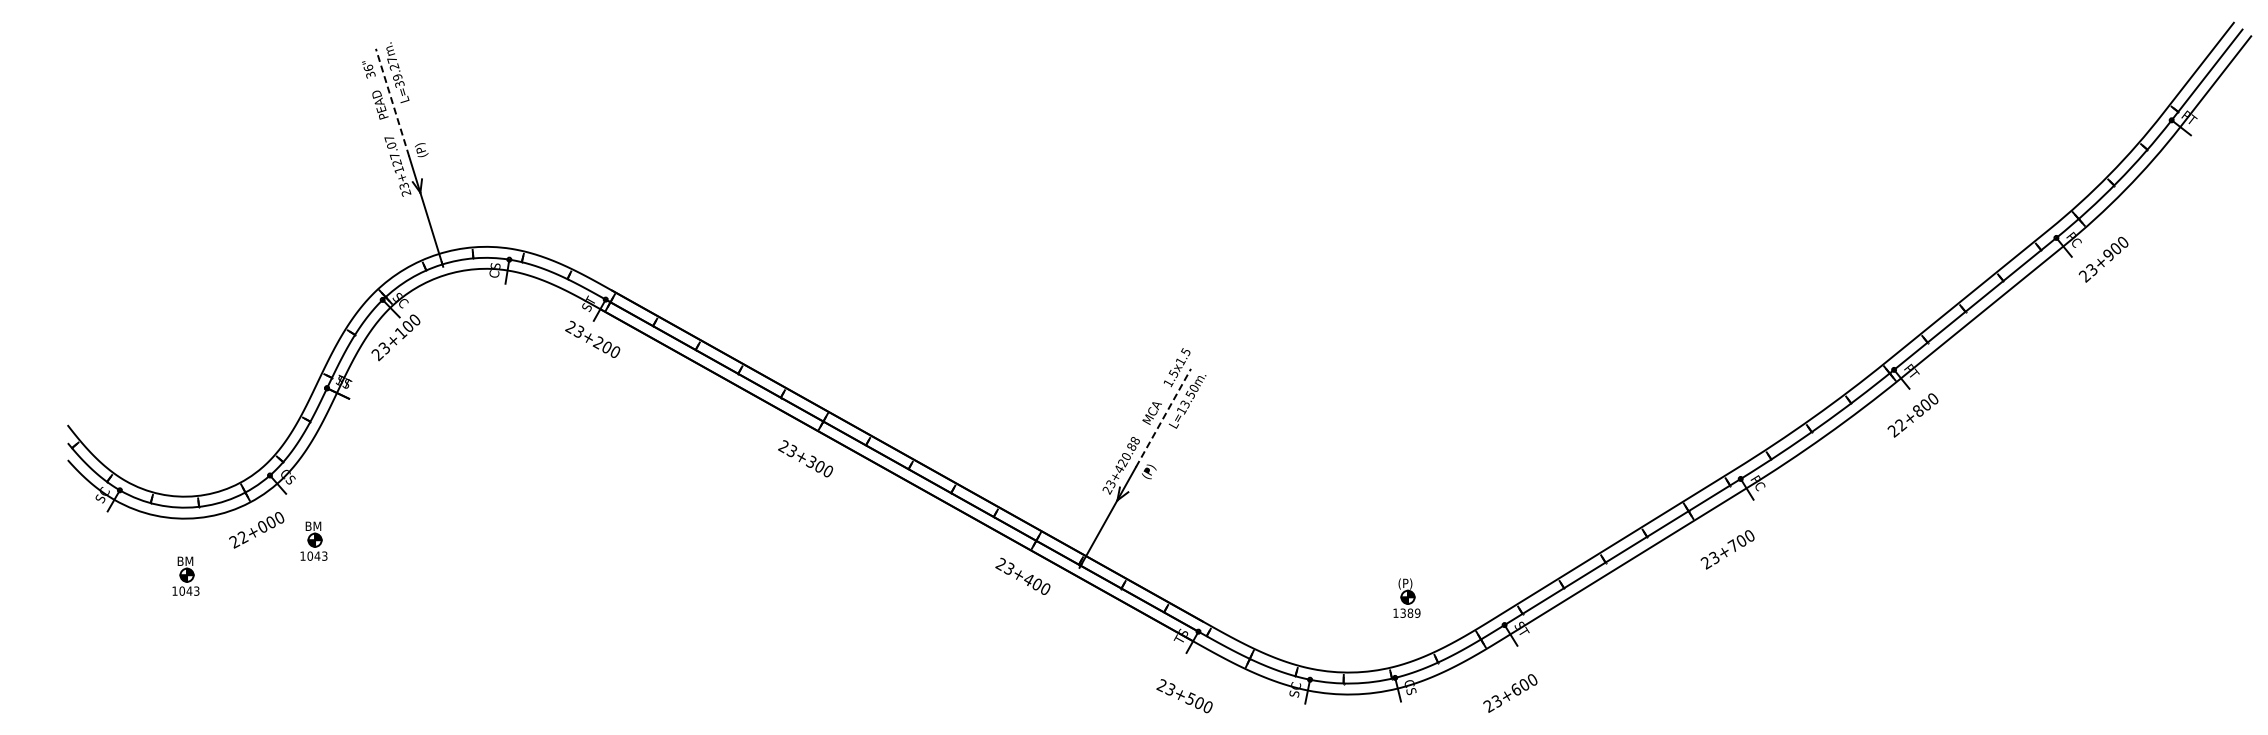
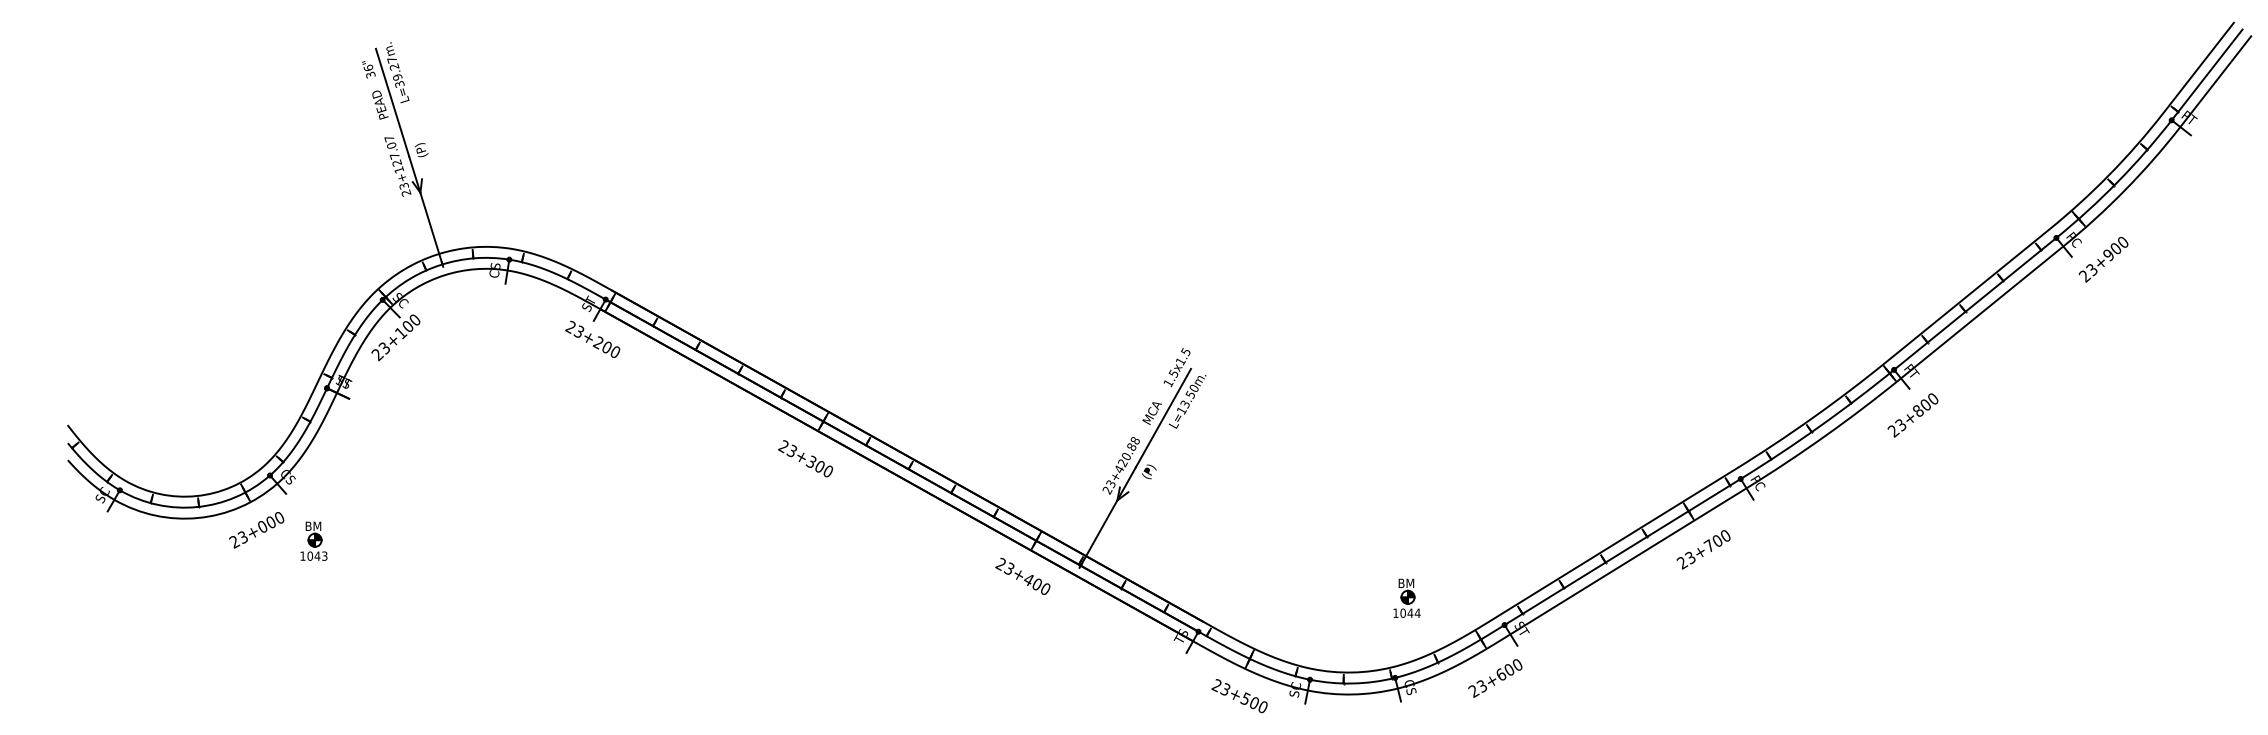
line at (392, 102): dashed -> solid
line at (1163, 417): dashed -> solid
text at (1901, 425): 22+800 -> 23+800
text at (242, 537): 22+000 -> 23+000
text at (1727, 549) position: (1727, 549) -> (1703, 549)
part at (185, 575): present -> none
text at (1406, 583): (P) -> BM
text at (1410, 612): 1389 -> 1044
text at (1510, 693) position: (1510, 693) -> (1495, 678)
text at (1184, 696) position: (1184, 696) -> (1239, 696)
